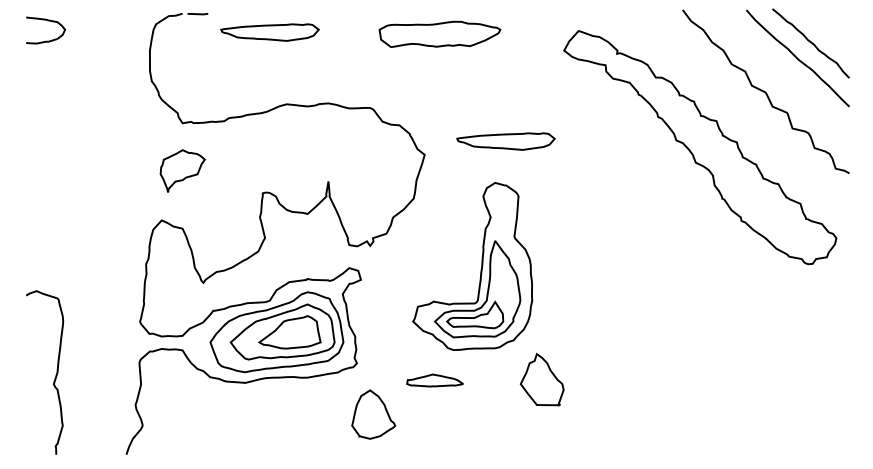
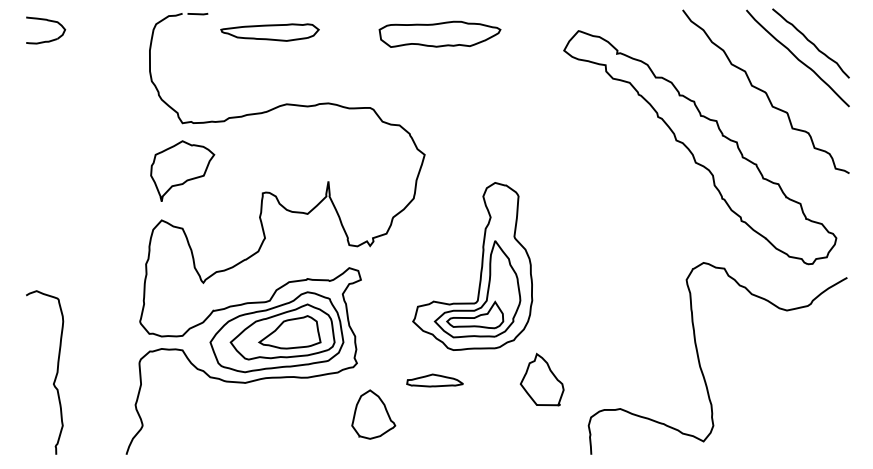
part at (505, 141): present -> none
part at (182, 170) size: 47x44 px -> 66x62 px
curve at (700, 362): none -> present
